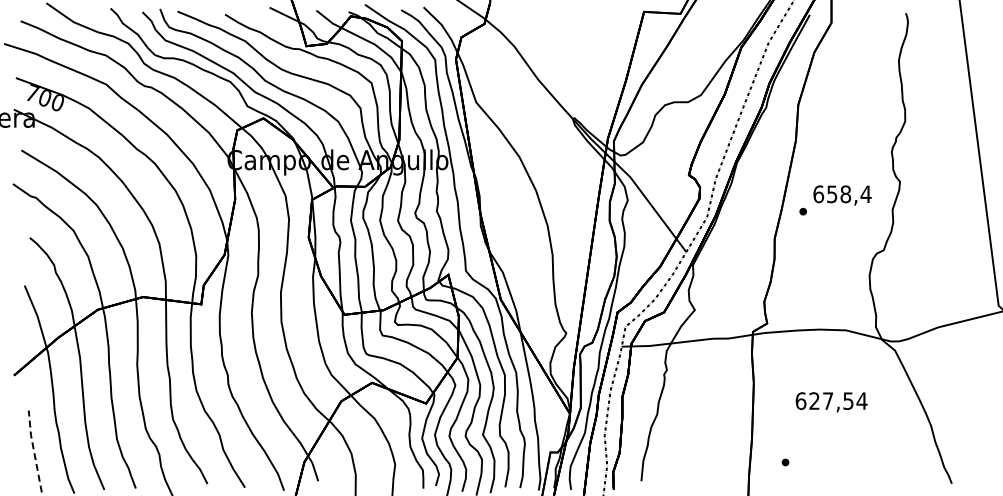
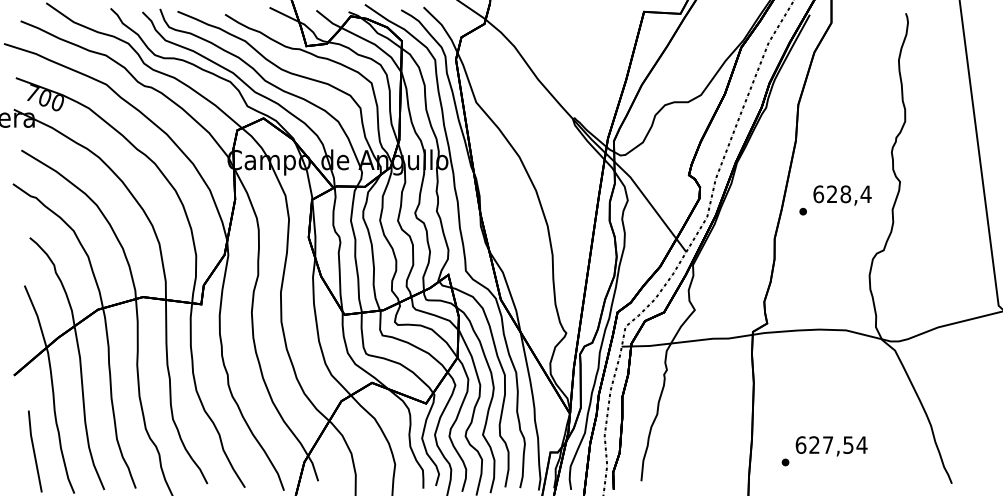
text at (832, 194): 658,4 -> 628,4
text at (831, 402) position: (831, 402) -> (831, 446)
line at (33, 450): dashed -> solid
